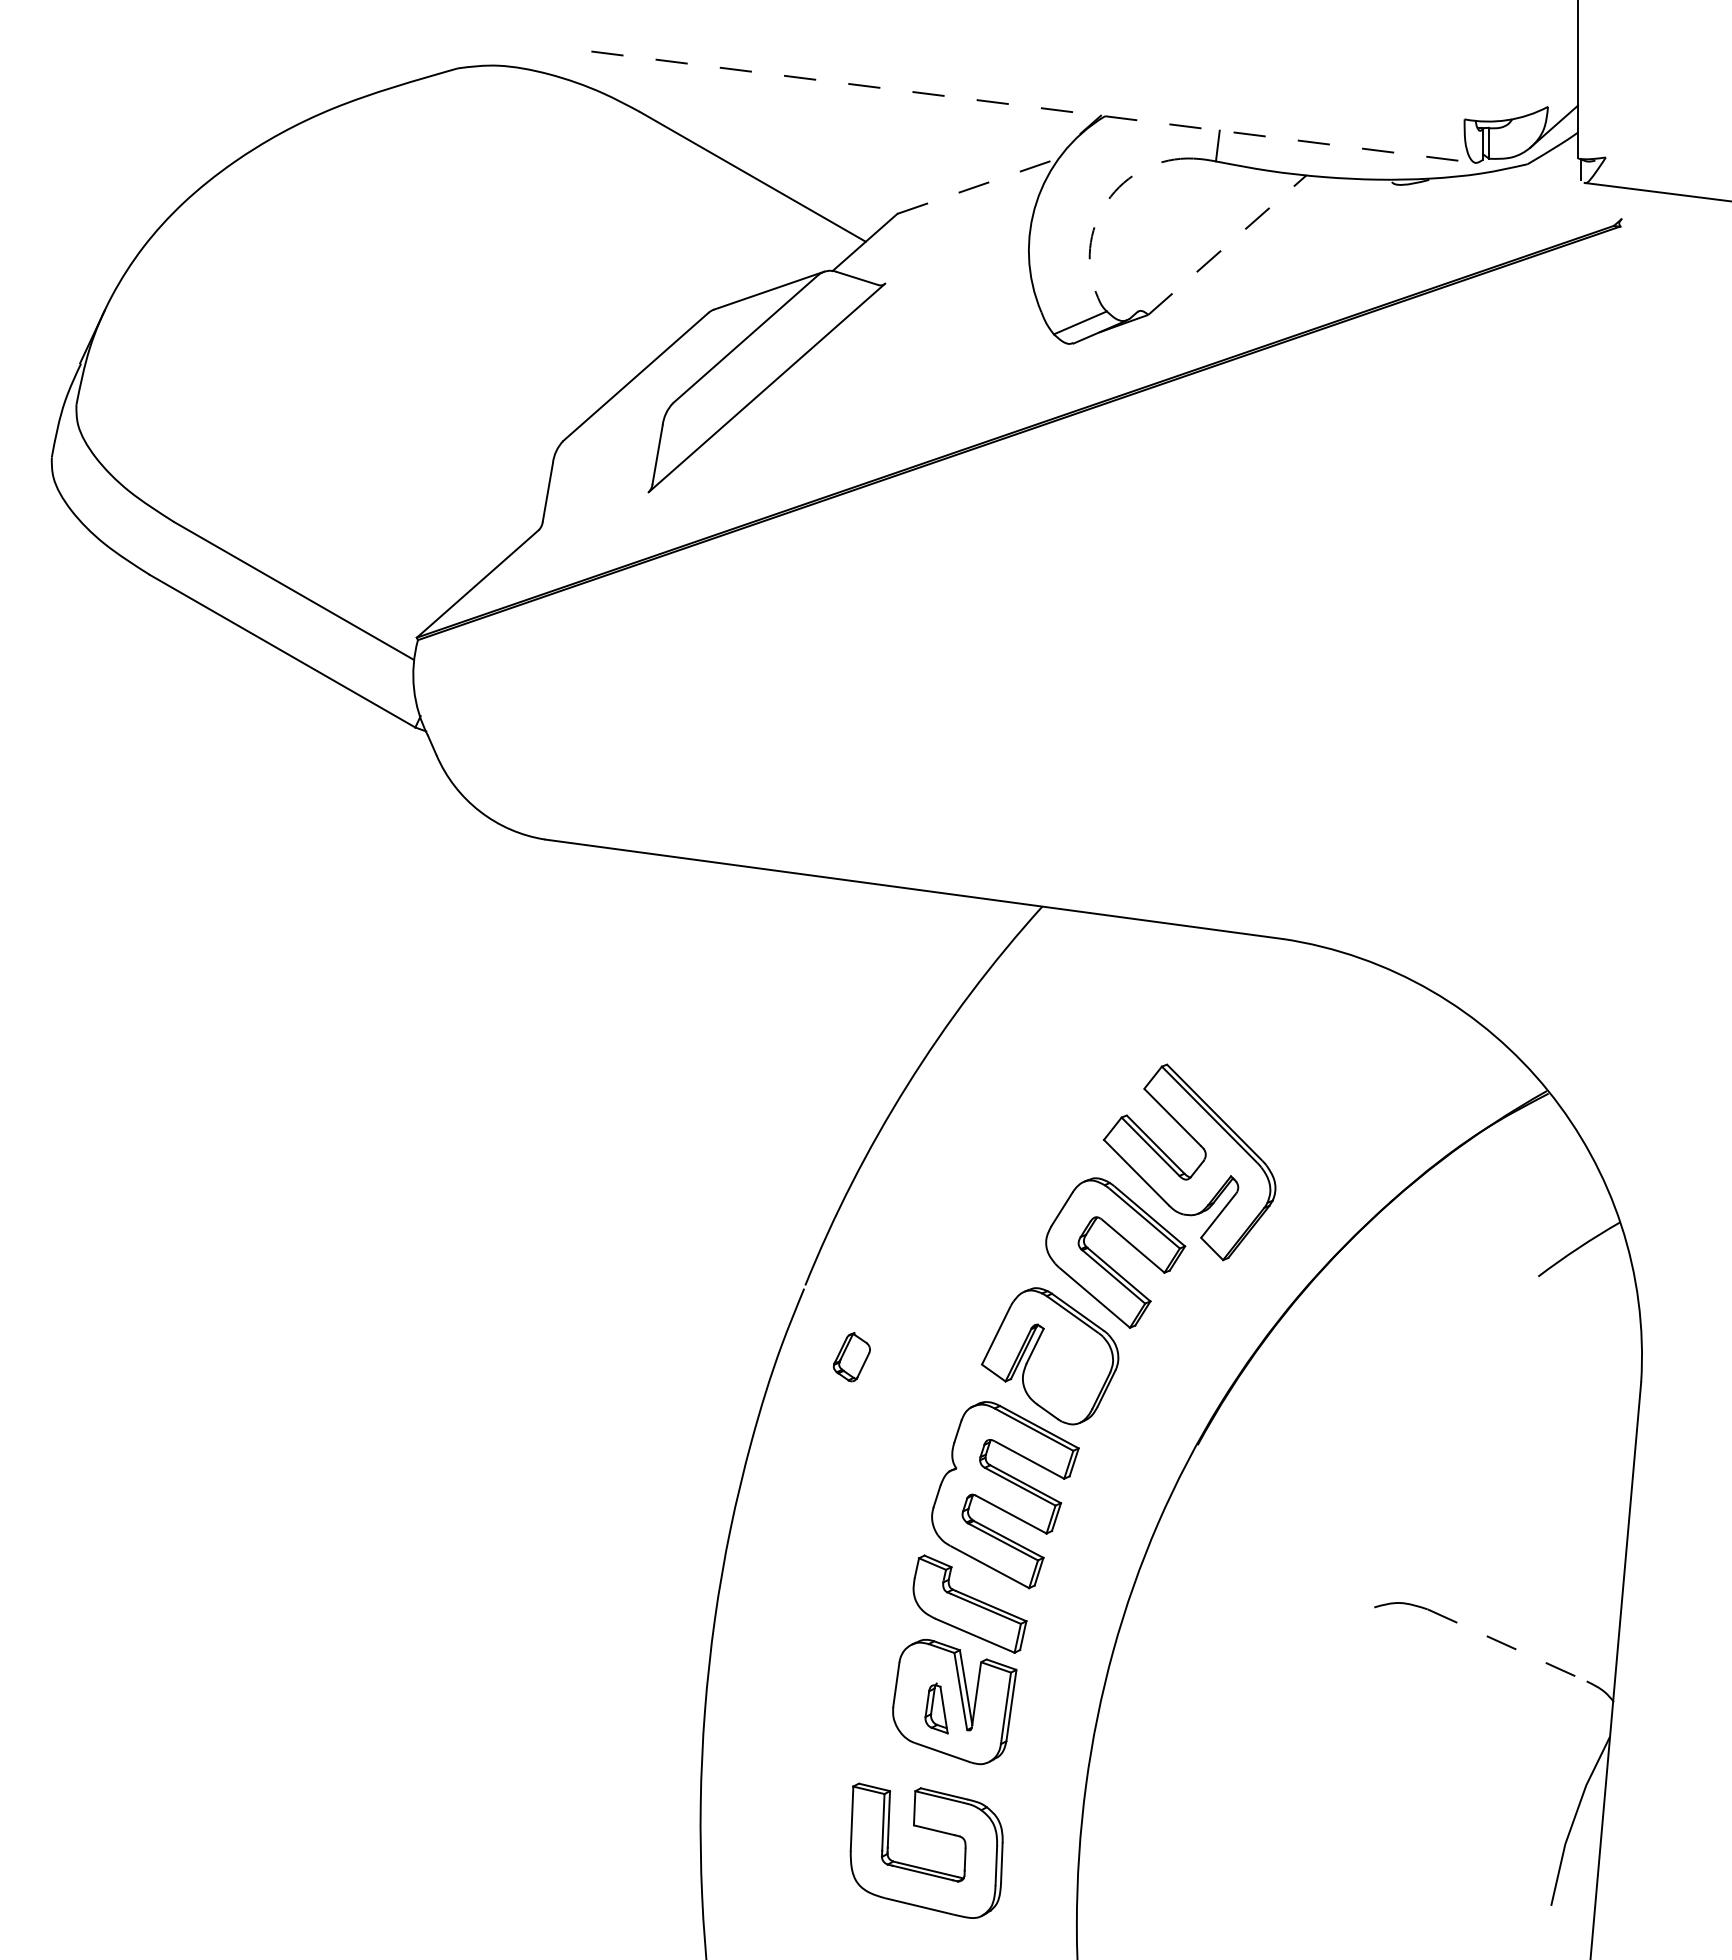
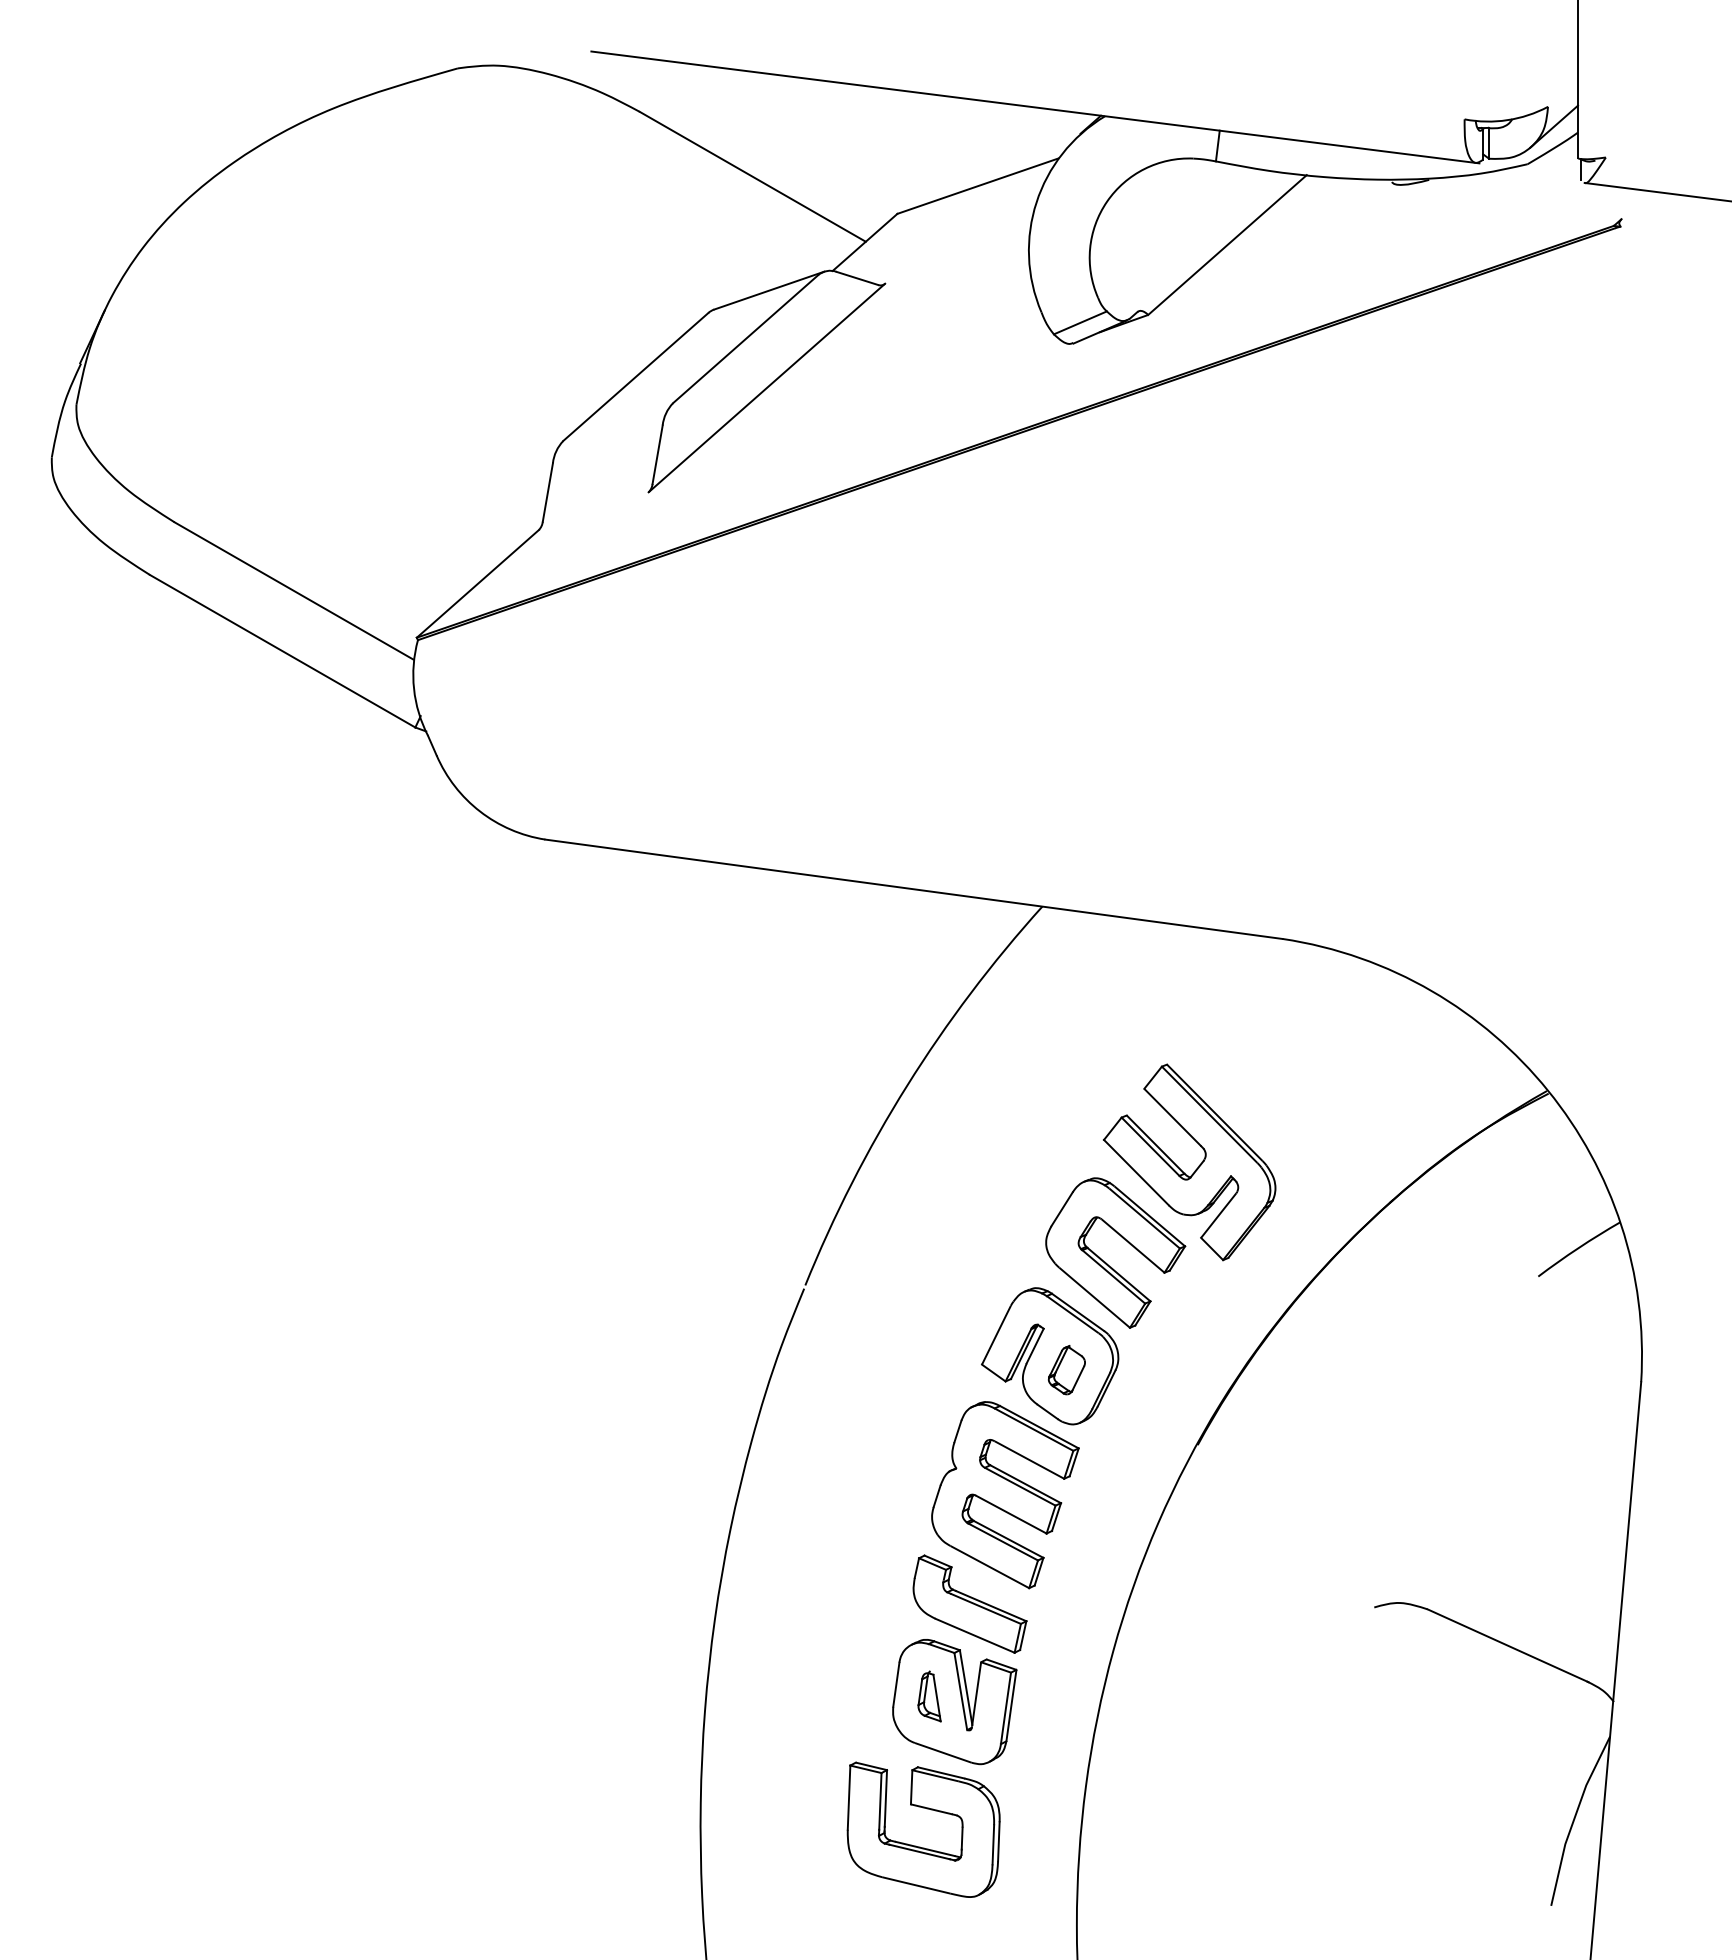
line at (1035, 107): dashed -> solid
line at (978, 186): dashed -> solid
arc at (1107, 201): dashed -> solid
line at (1227, 245): dashed -> solid
part at (851, 1357) position: (851, 1357) -> (1066, 1370)
line at (1508, 1646): dashed -> solid
part at (936, 1708) position: (936, 1708) -> (929, 1696)
part at (923, 1867) position: (923, 1867) -> (920, 1846)
